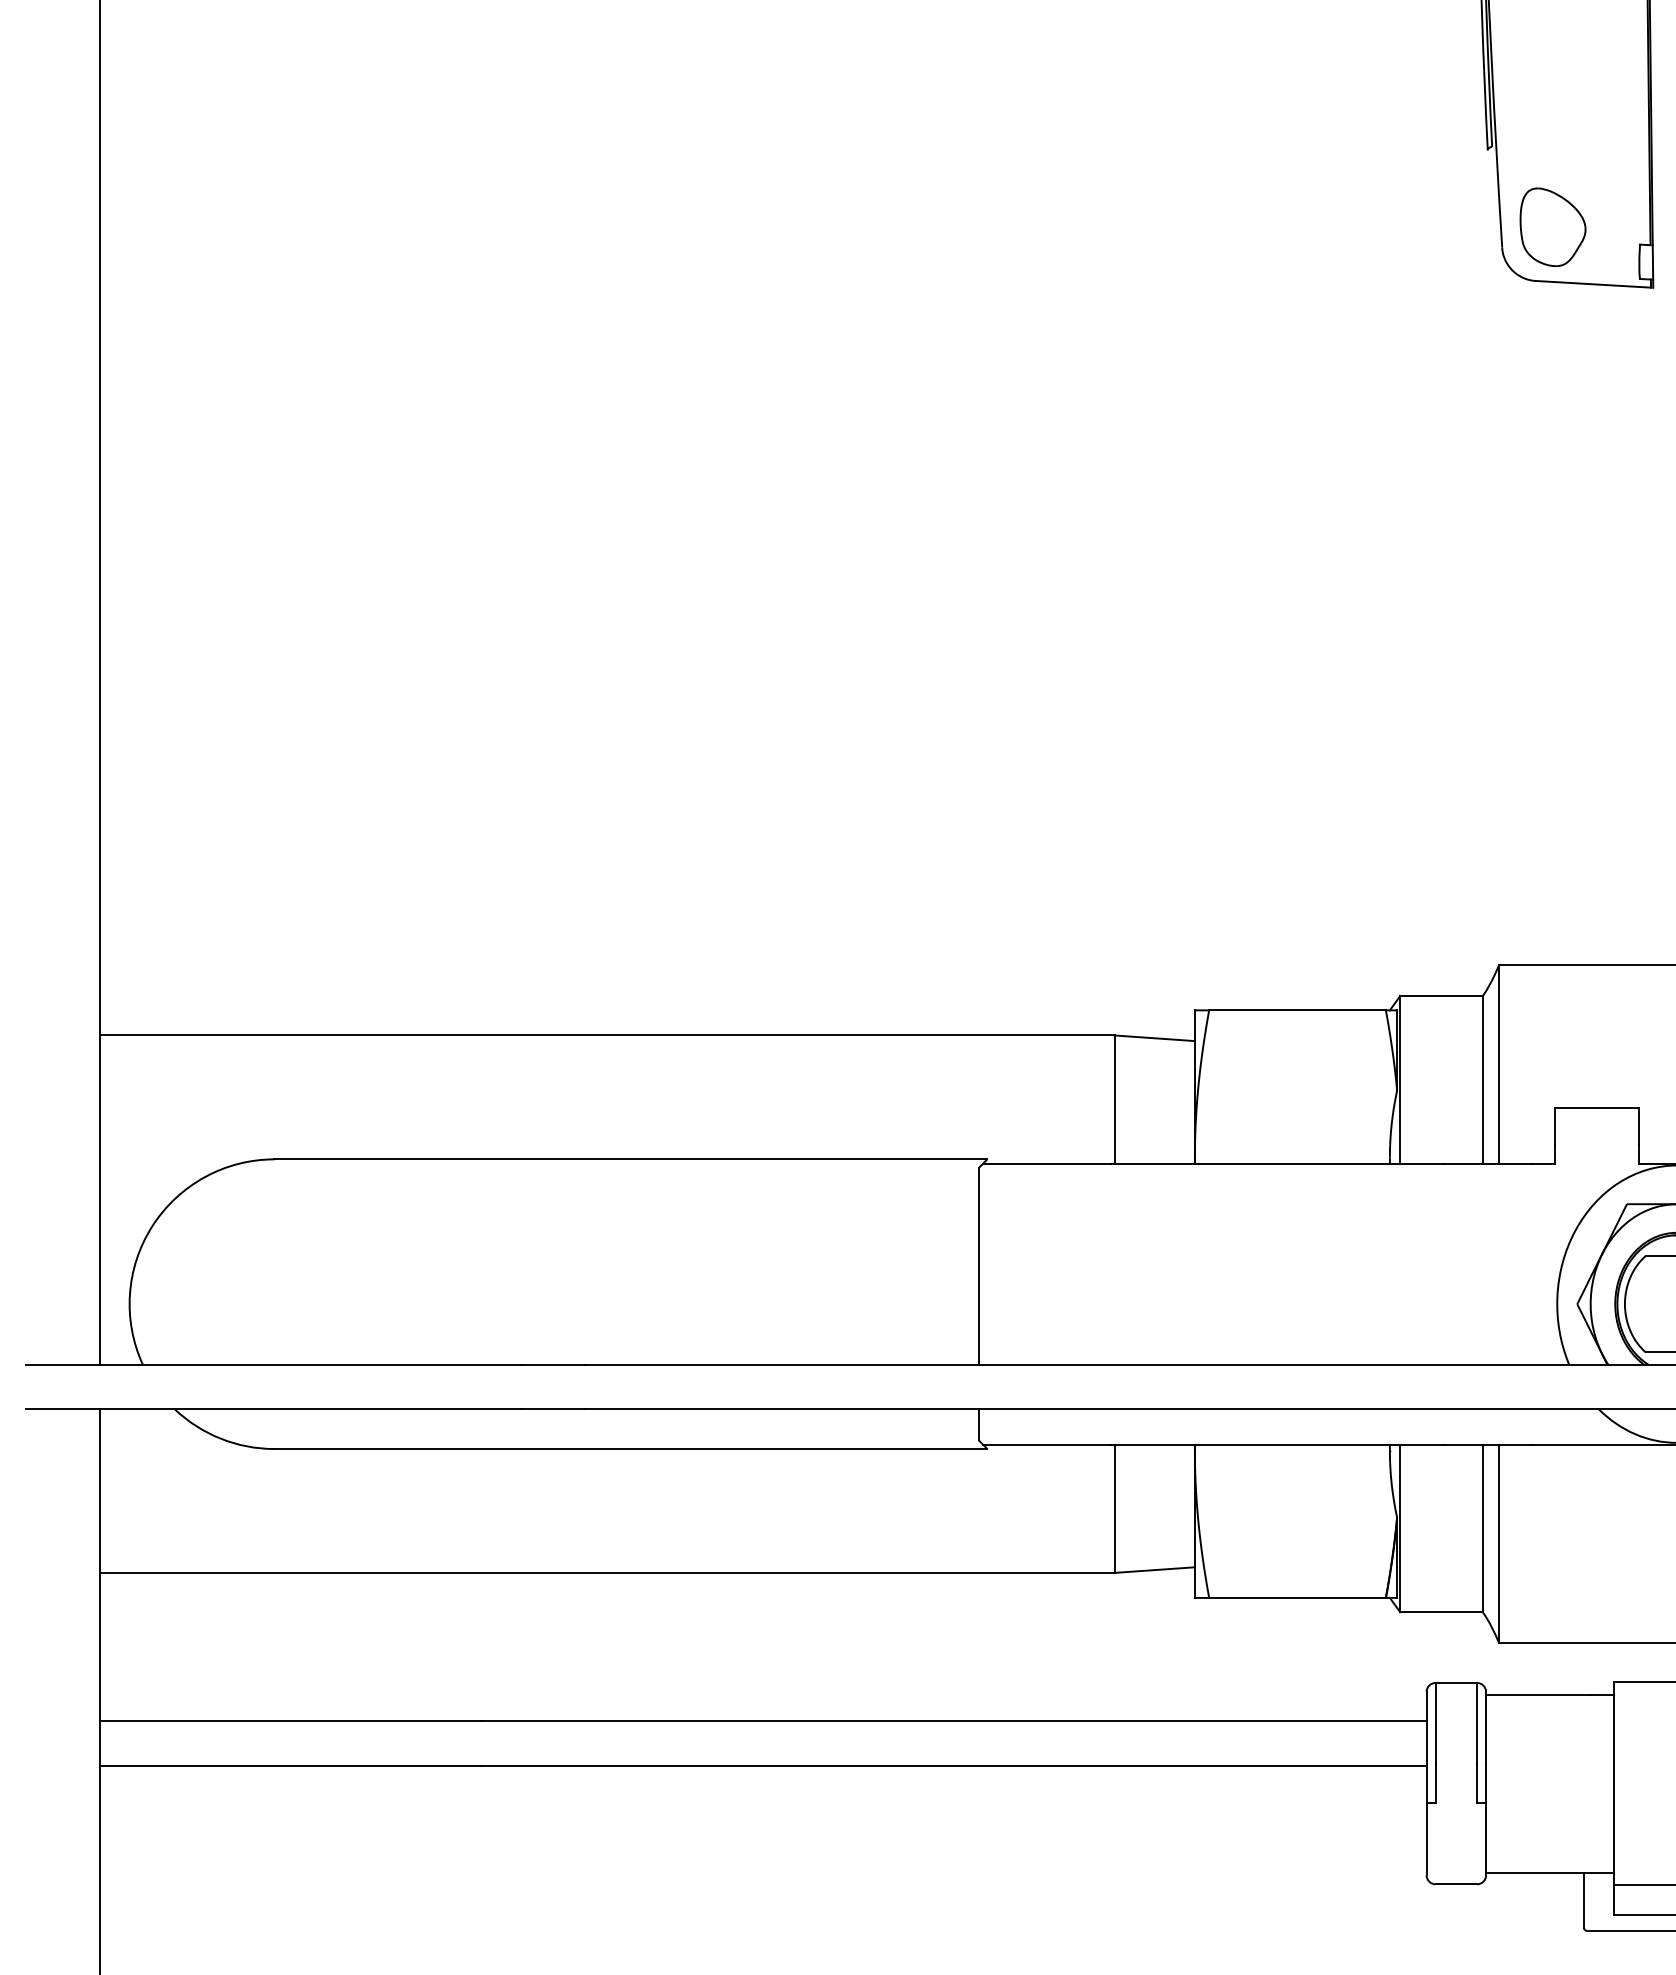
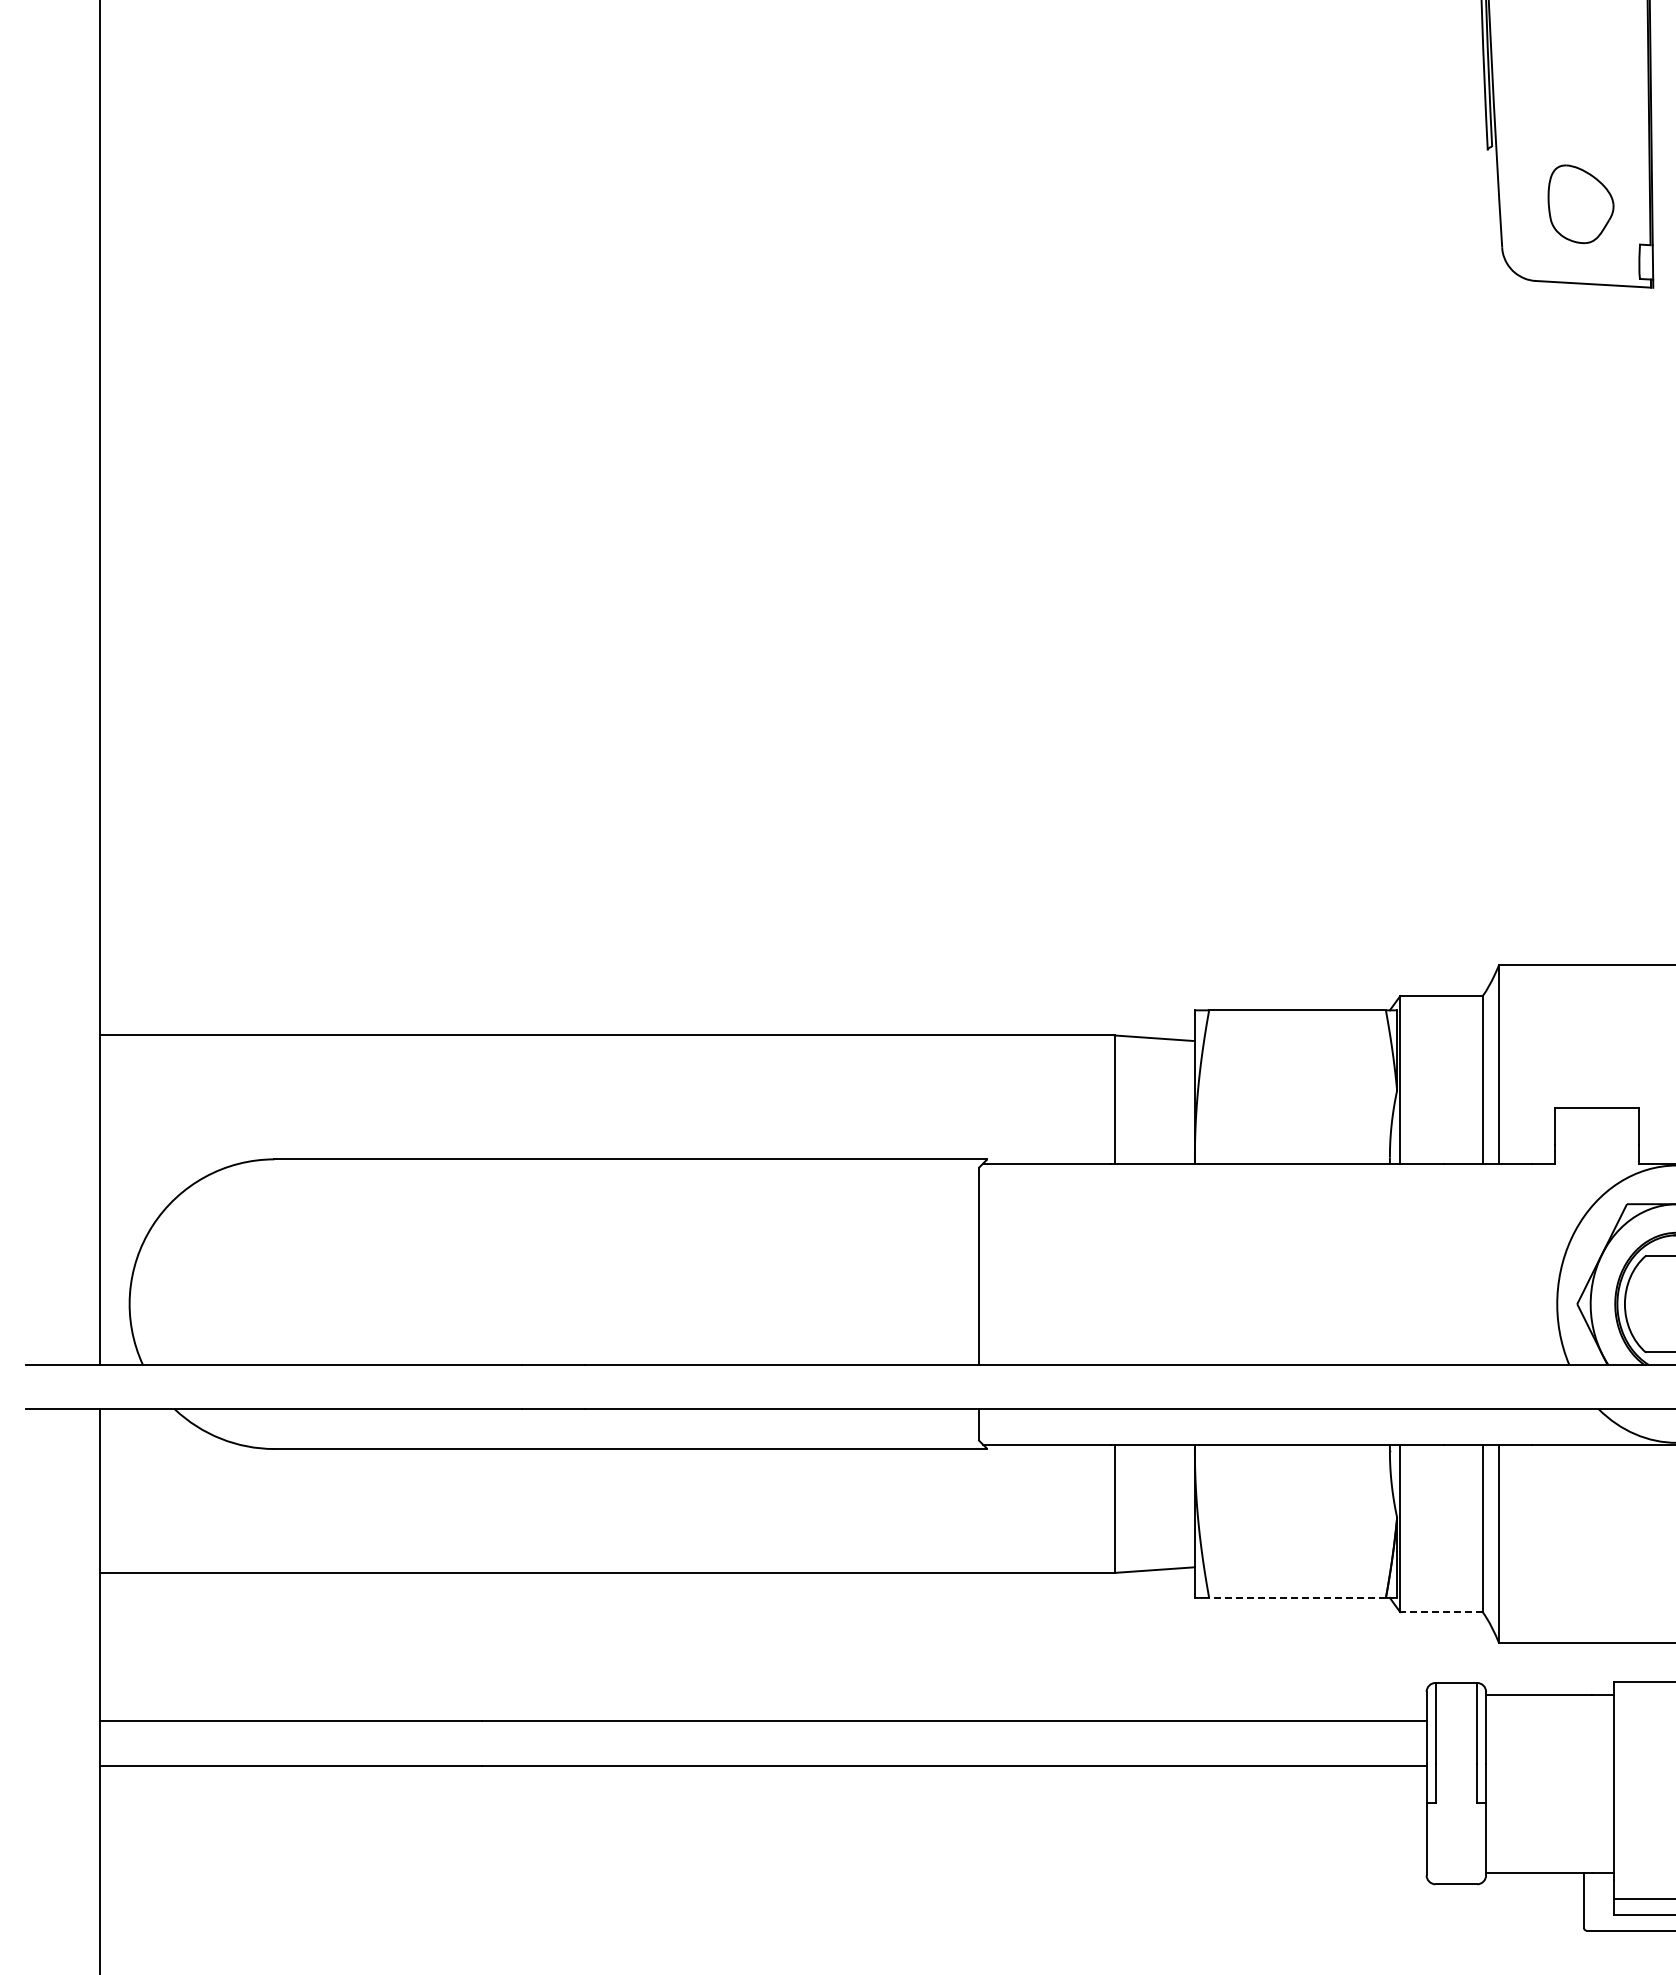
part at (1552, 227) position: (1552, 227) -> (1580, 204)
line at (1297, 1597): solid -> dashed
line at (1440, 1612): solid -> dashed
line at (1642, 1885) position: (1642, 1885) -> (1642, 1899)
